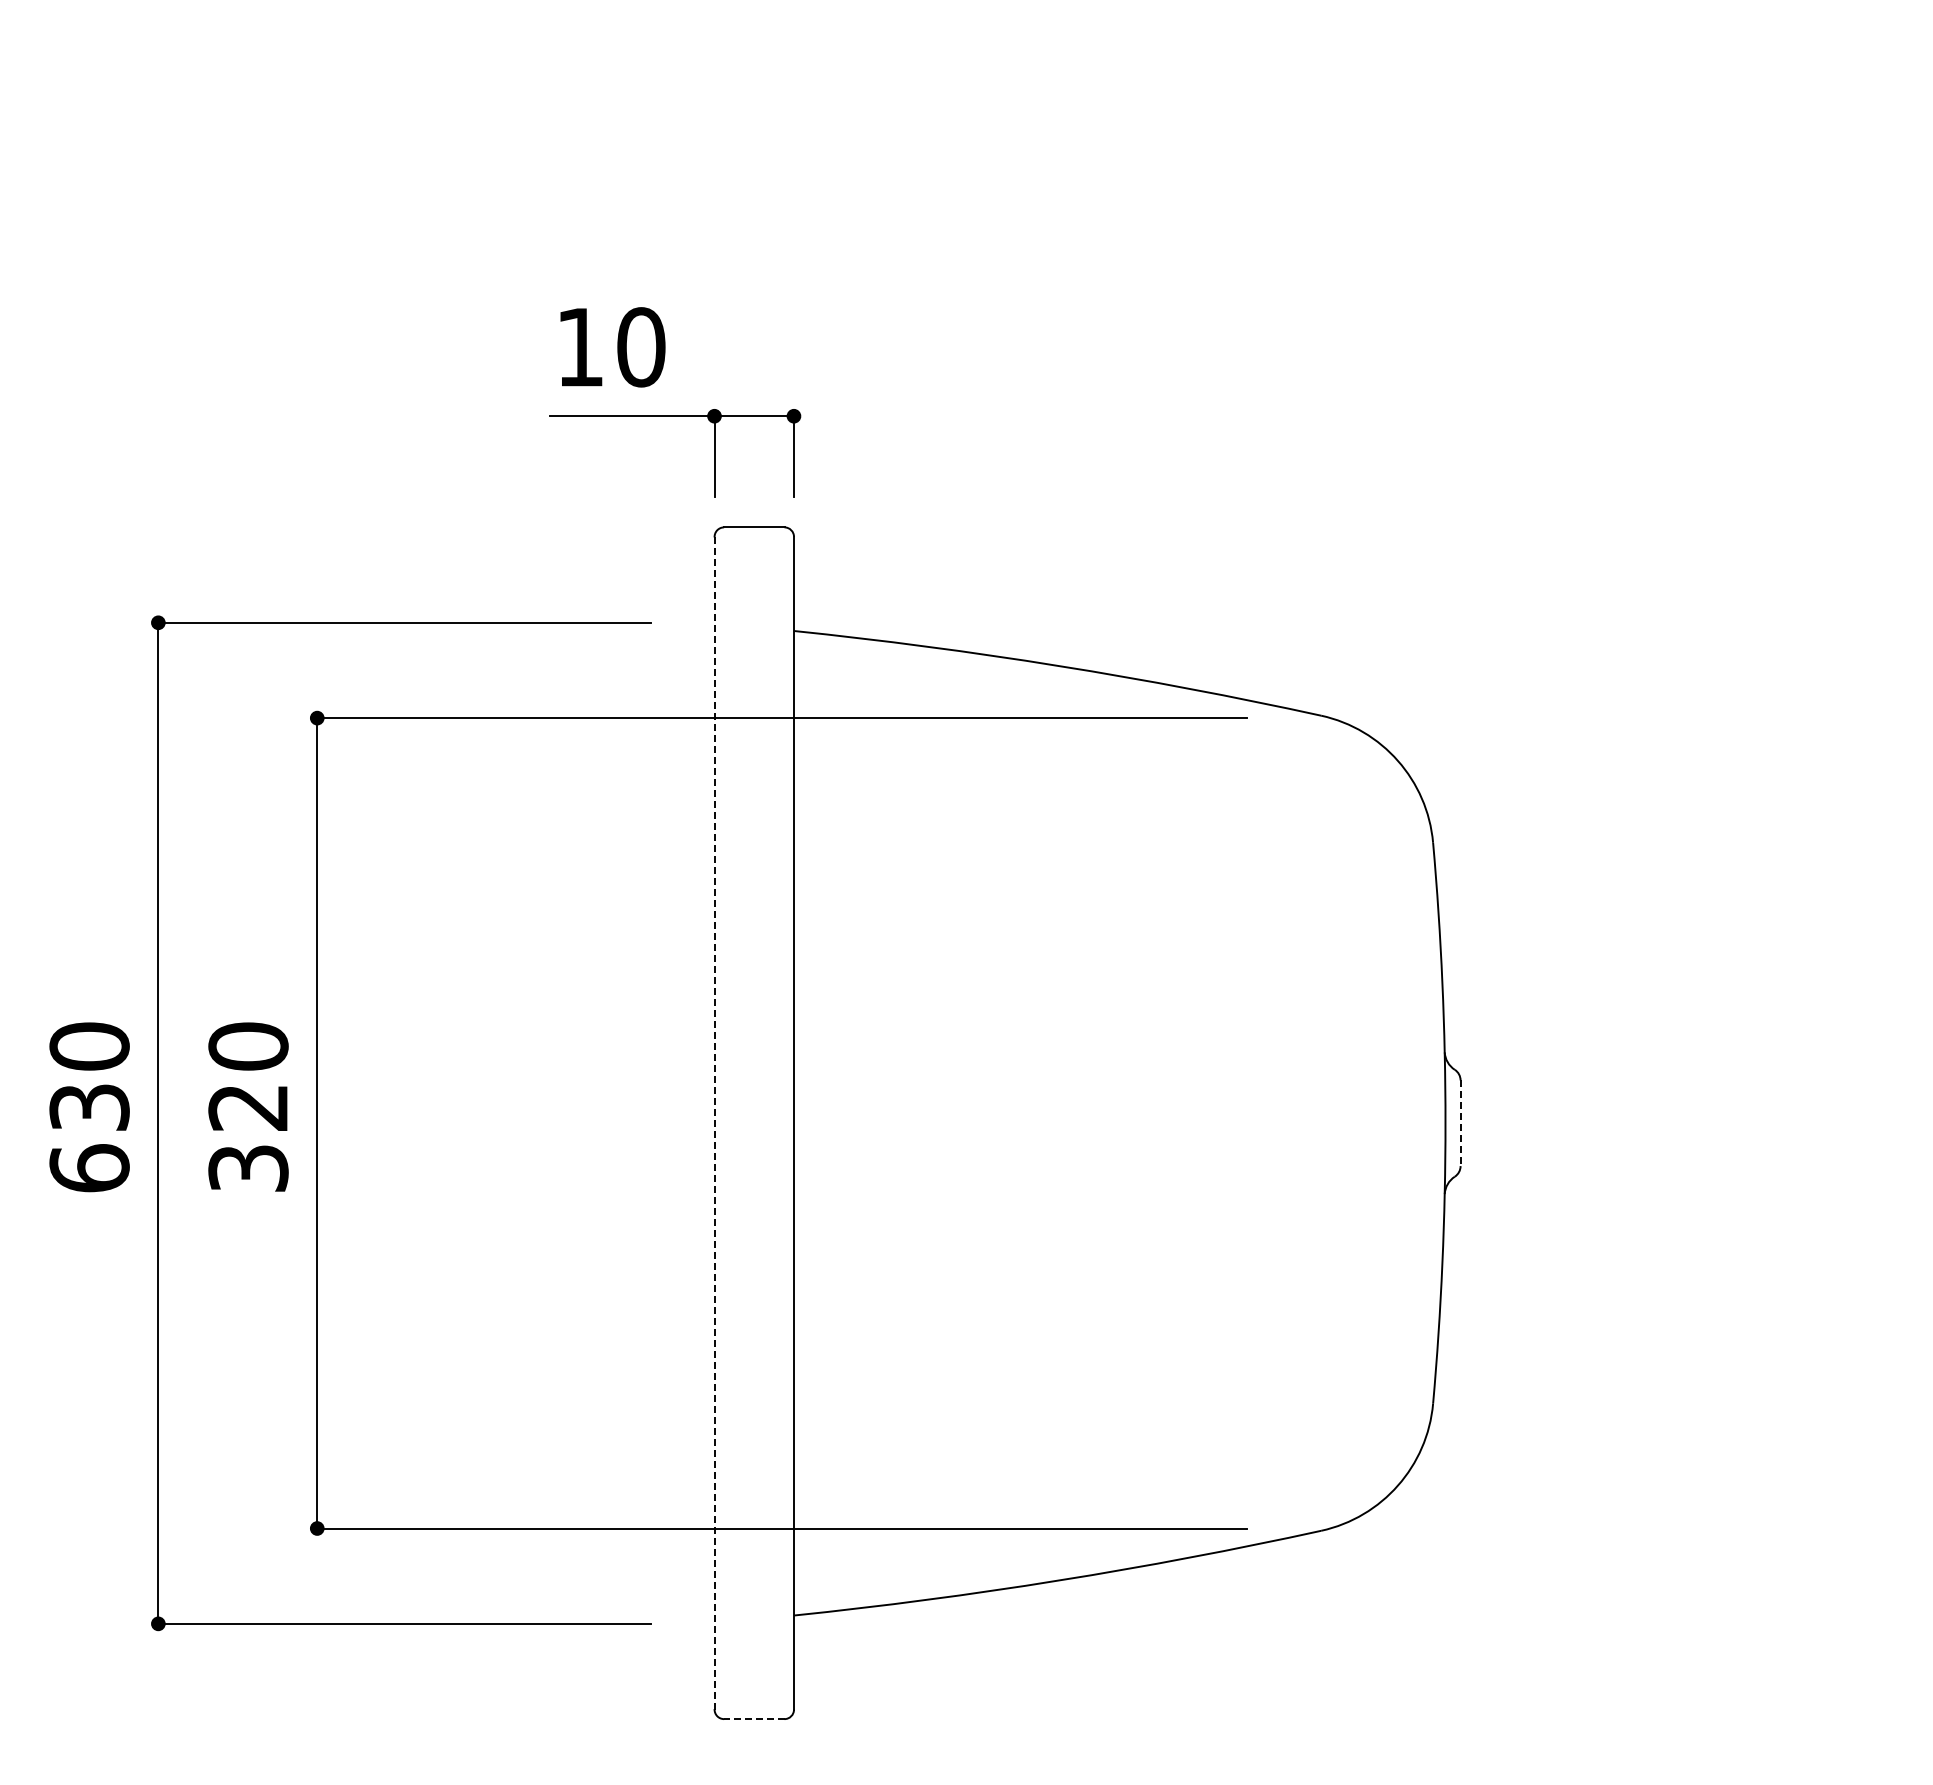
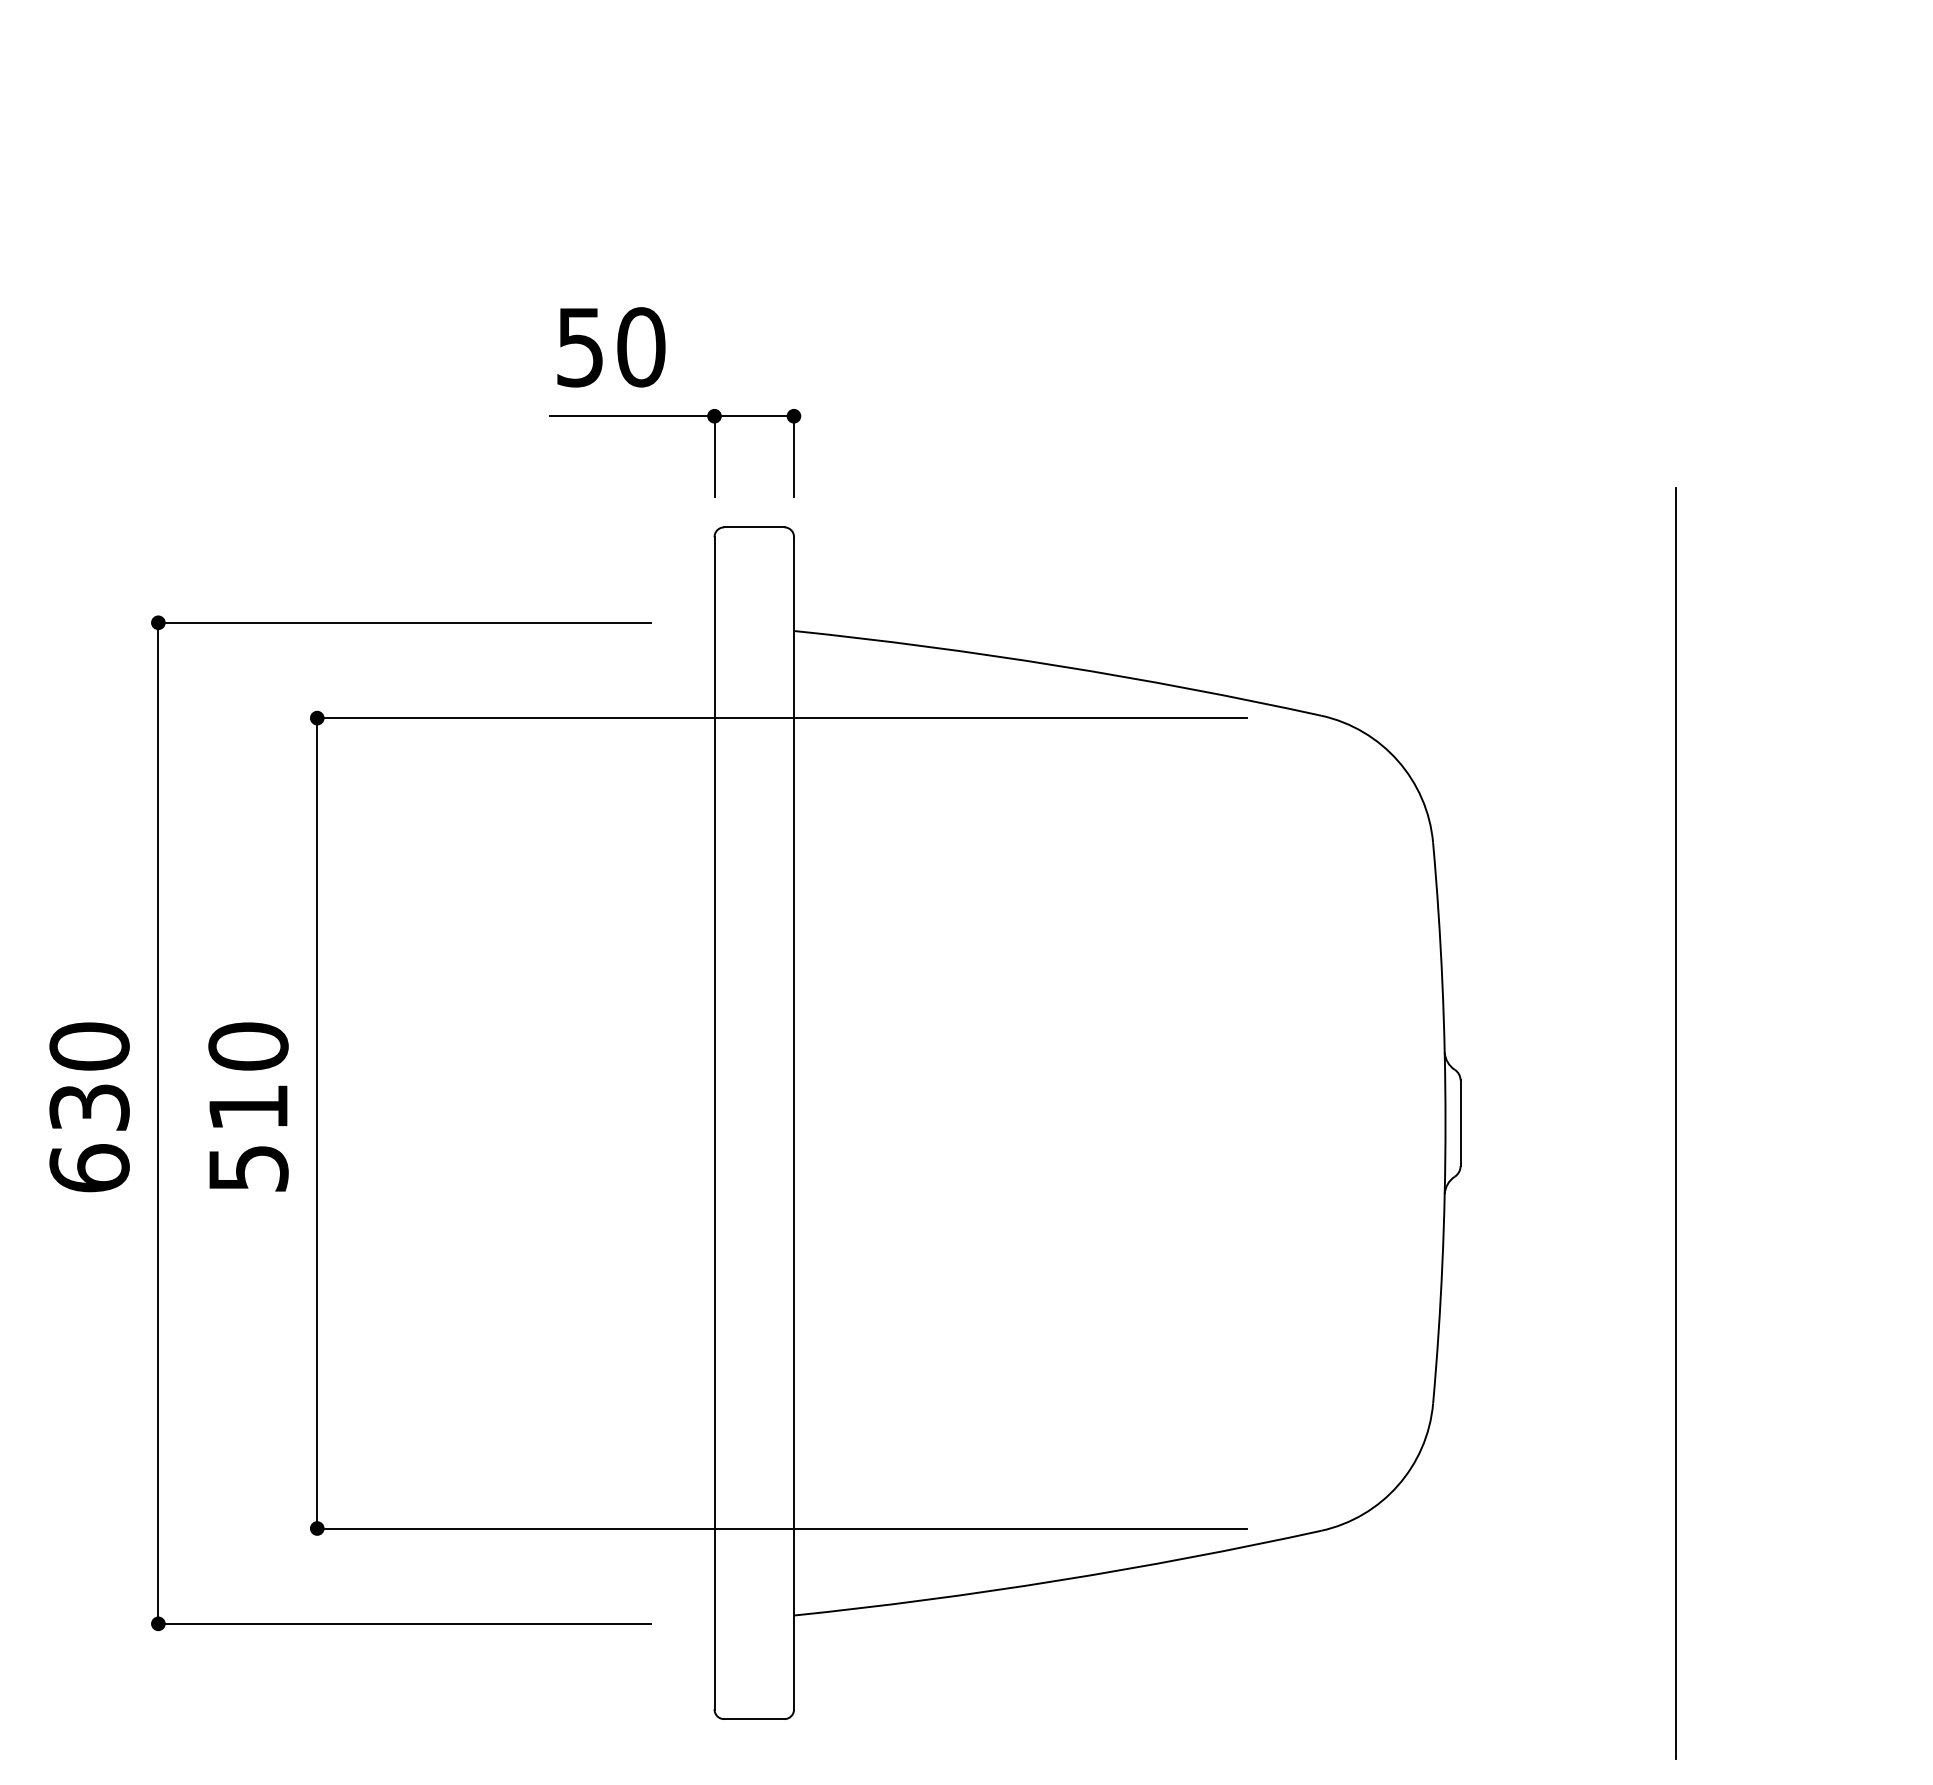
text at (579, 347): 10 -> 50
line at (714, 1122): dashed -> solid
line at (1675, 1122): none -> present
line at (1460, 1123): dashed -> solid
text at (248, 1138): 320 -> 510
line at (753, 1719): dashed -> solid
